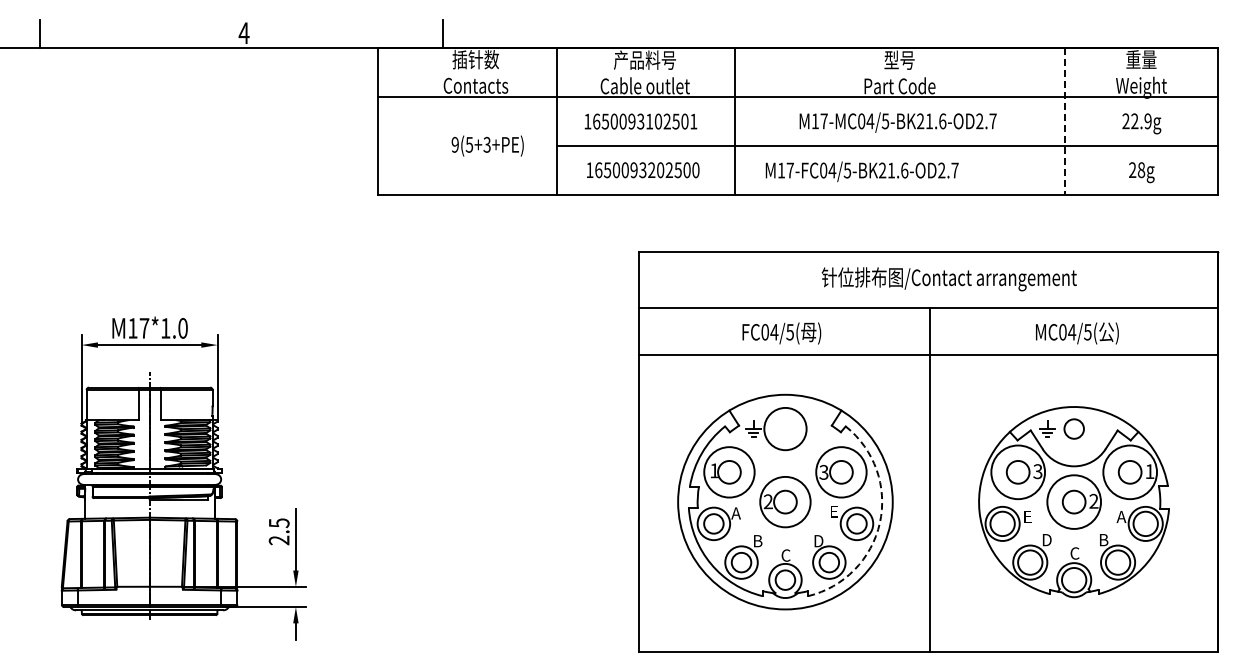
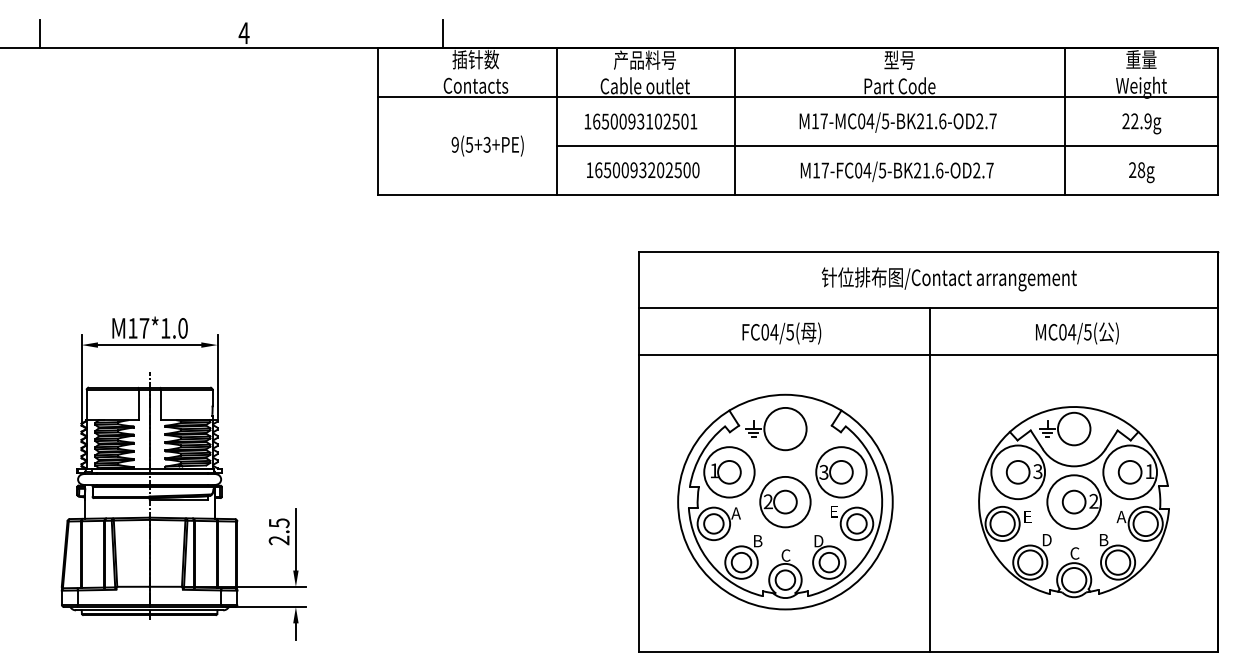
line at (1064, 122): dashed -> solid
text at (861, 171) position: (861, 171) -> (896, 171)
circle at (1073, 428) diameter: 20 px -> 33 px
arc at (879, 523): dashed -> solid
